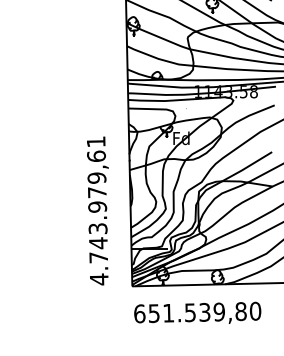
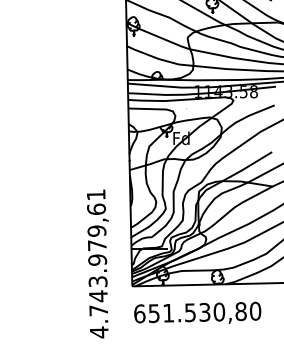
text at (97, 210) position: (97, 210) -> (97, 263)
text at (219, 311): 651.539,80 -> 651.530,80
